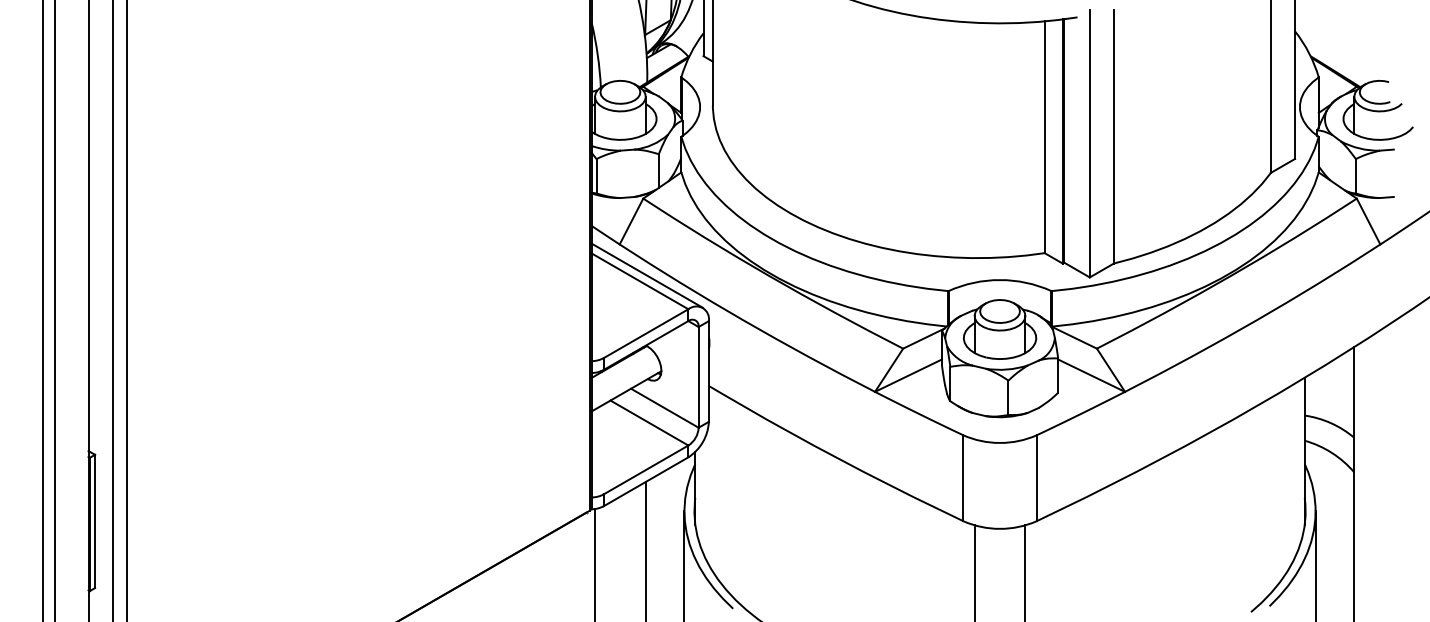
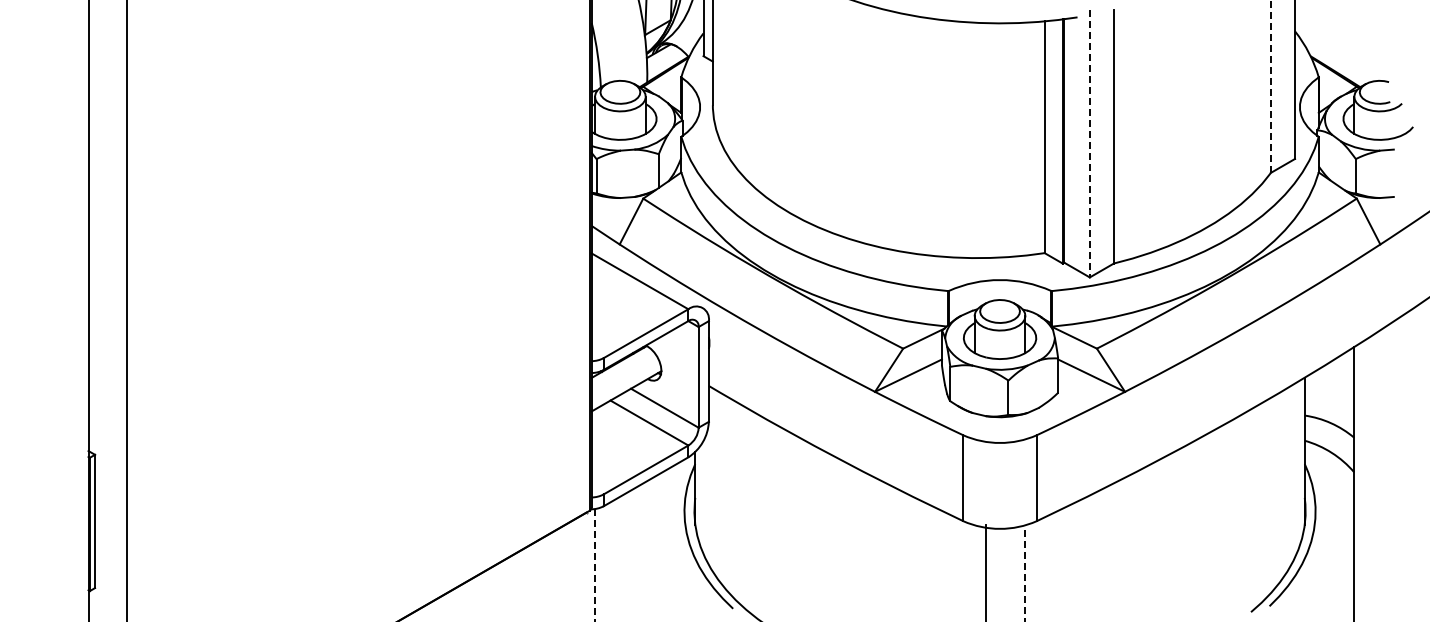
line at (1270, 86): solid -> dashed
line at (1089, 143): solid -> dashed
line at (646, 275): present -> none
line at (42, 310): present -> none
line at (55, 310): present -> none
line at (112, 310): present -> none
line at (645, 549): present -> none
line at (684, 564): present -> none
line at (1315, 564): present -> none
line at (595, 565): solid -> dashed
line at (974, 571) position: (974, 571) -> (985, 571)
line at (1025, 573): solid -> dashed
